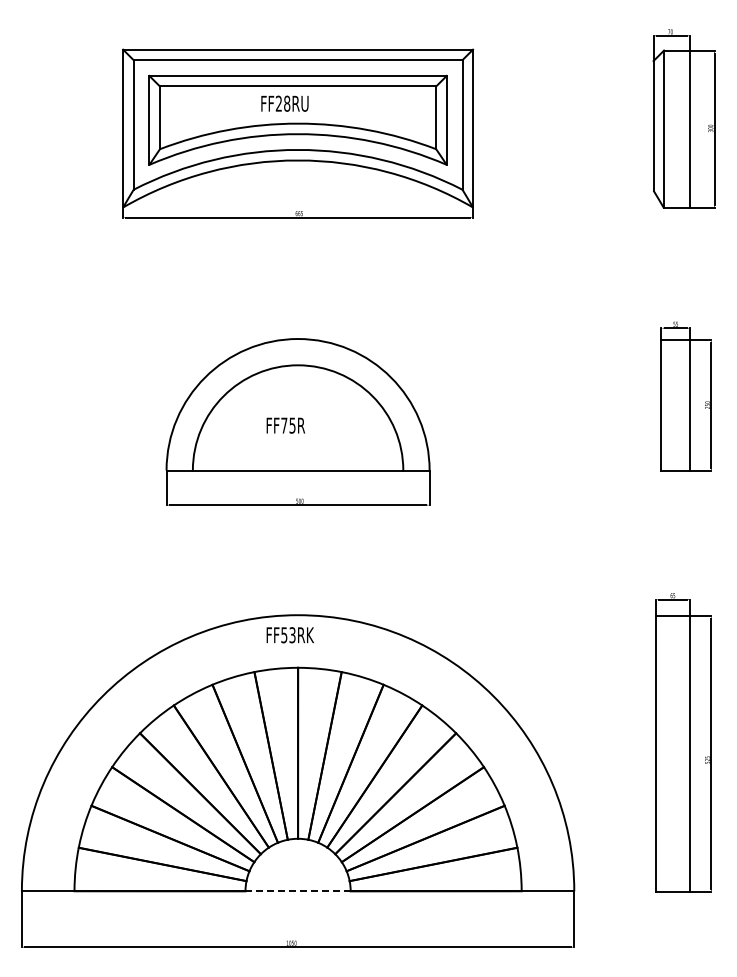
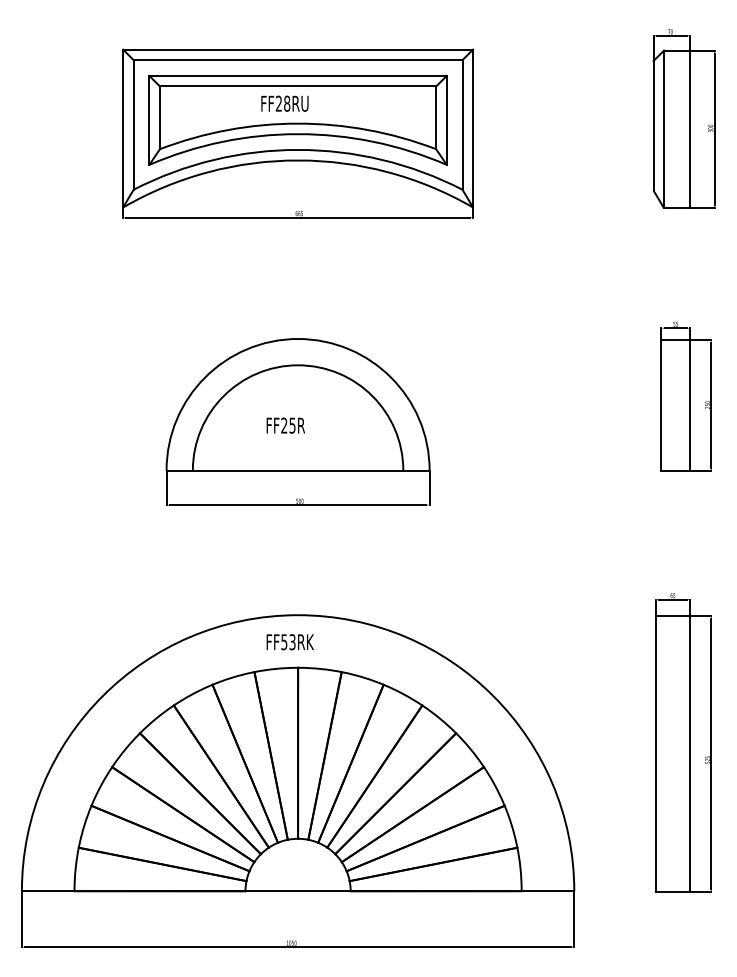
text at (284, 425): FF75R -> FF25R
text at (289, 635) position: (289, 635) -> (289, 642)
line at (298, 891): dashed -> solid
